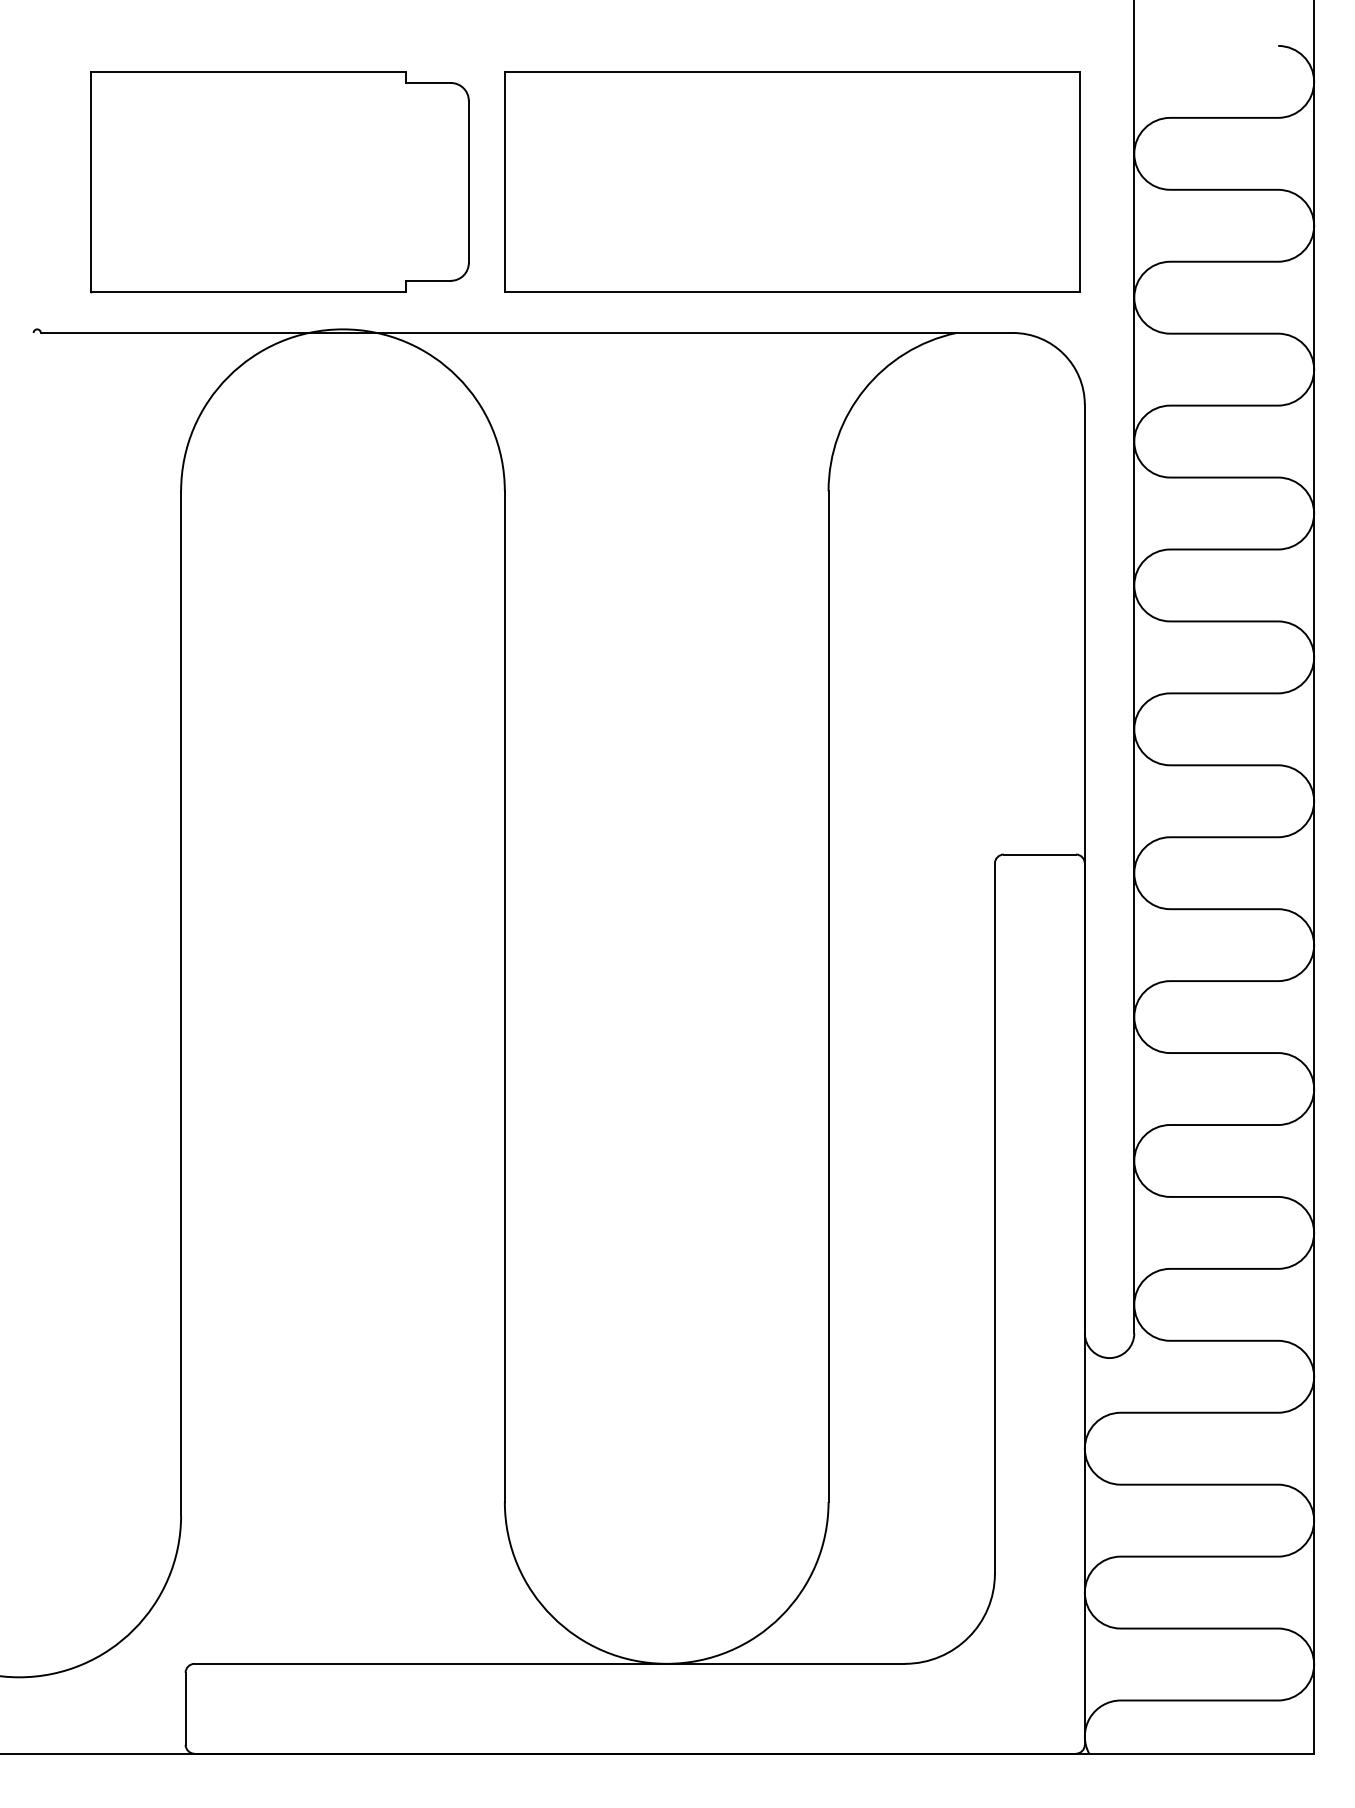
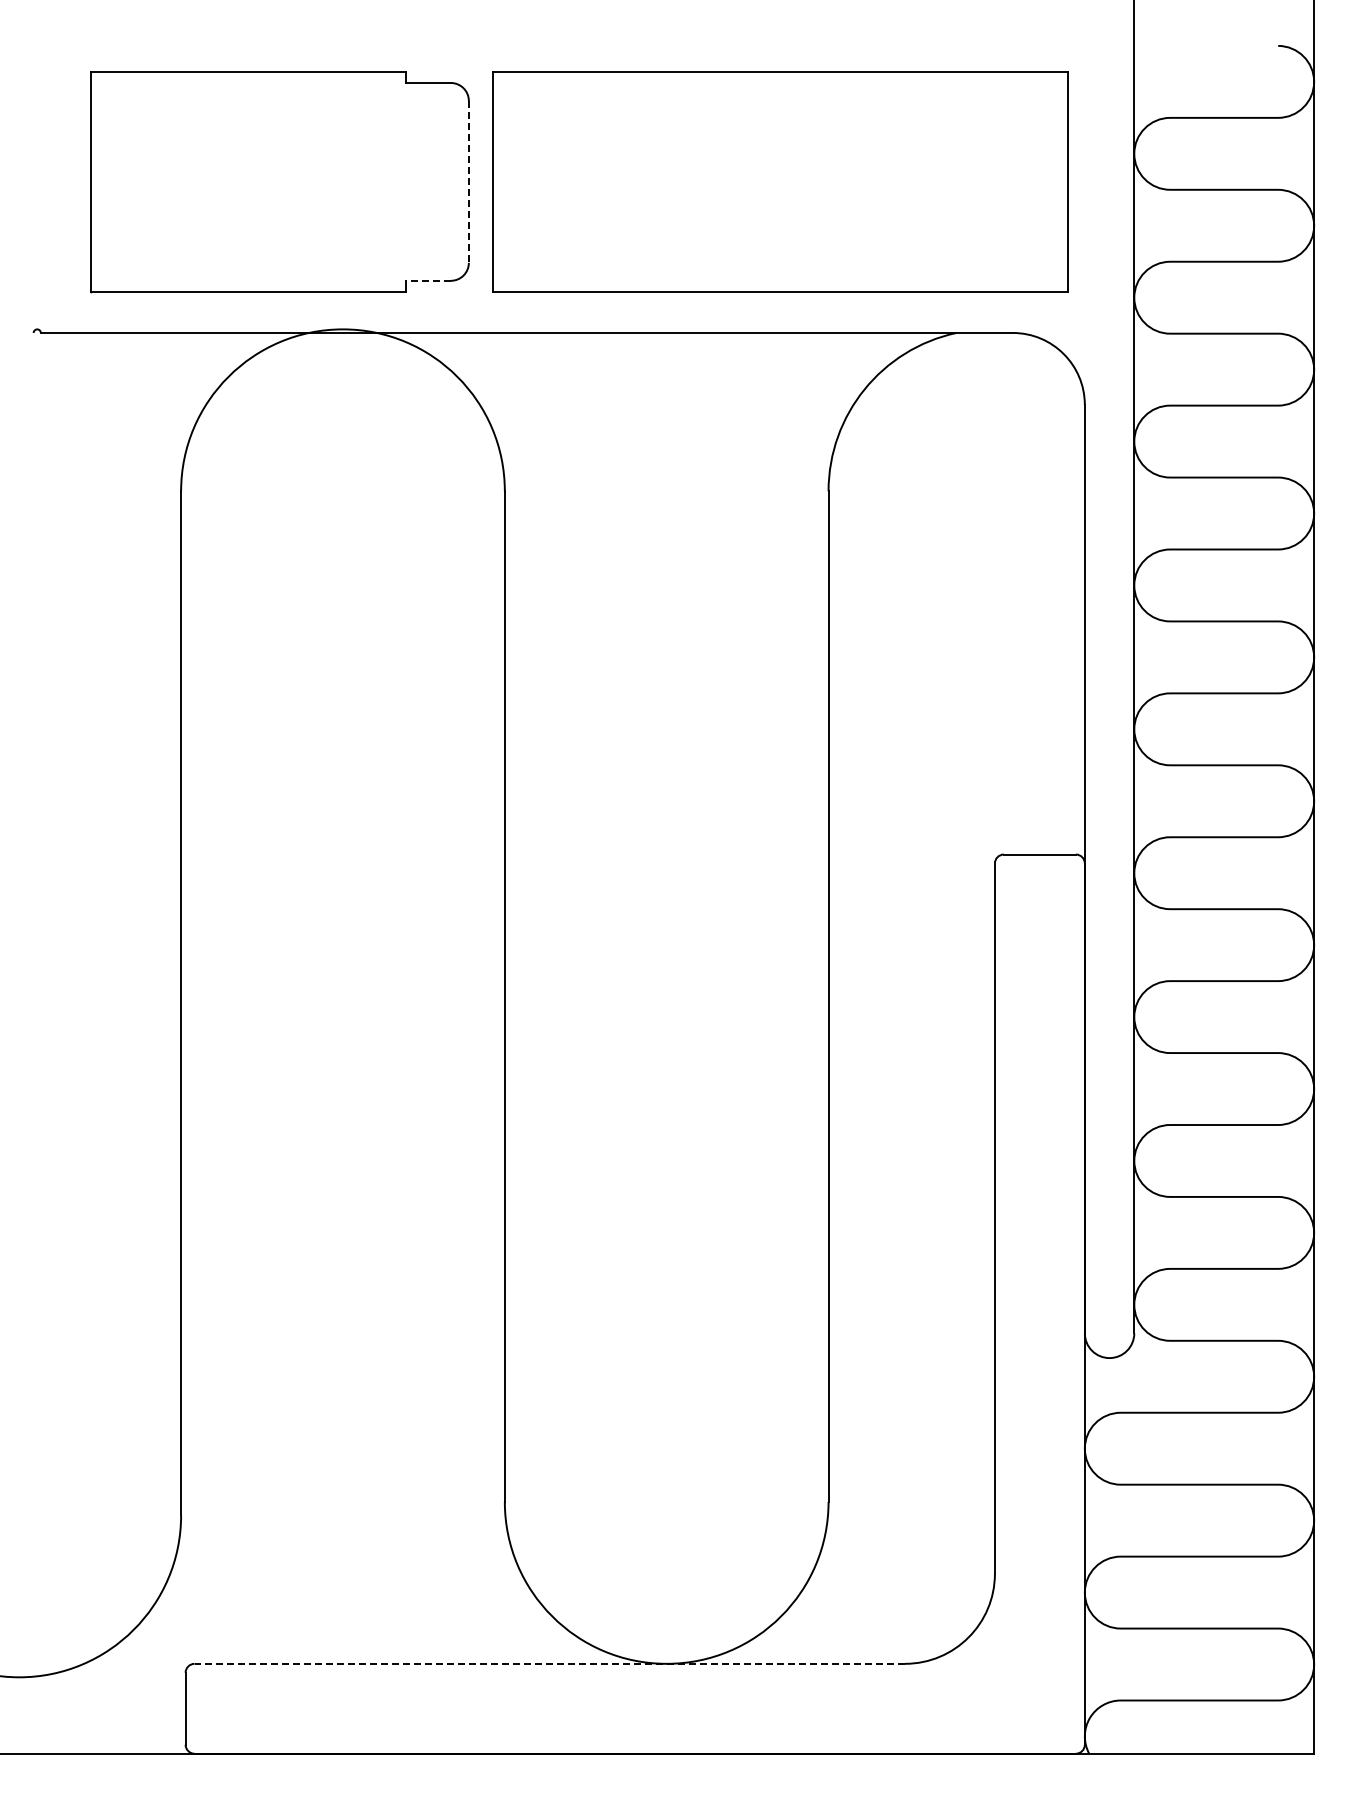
line at (468, 181): solid -> dashed
part at (792, 181) position: (792, 181) -> (780, 181)
line at (427, 280): solid -> dashed
line at (549, 1663): solid -> dashed
